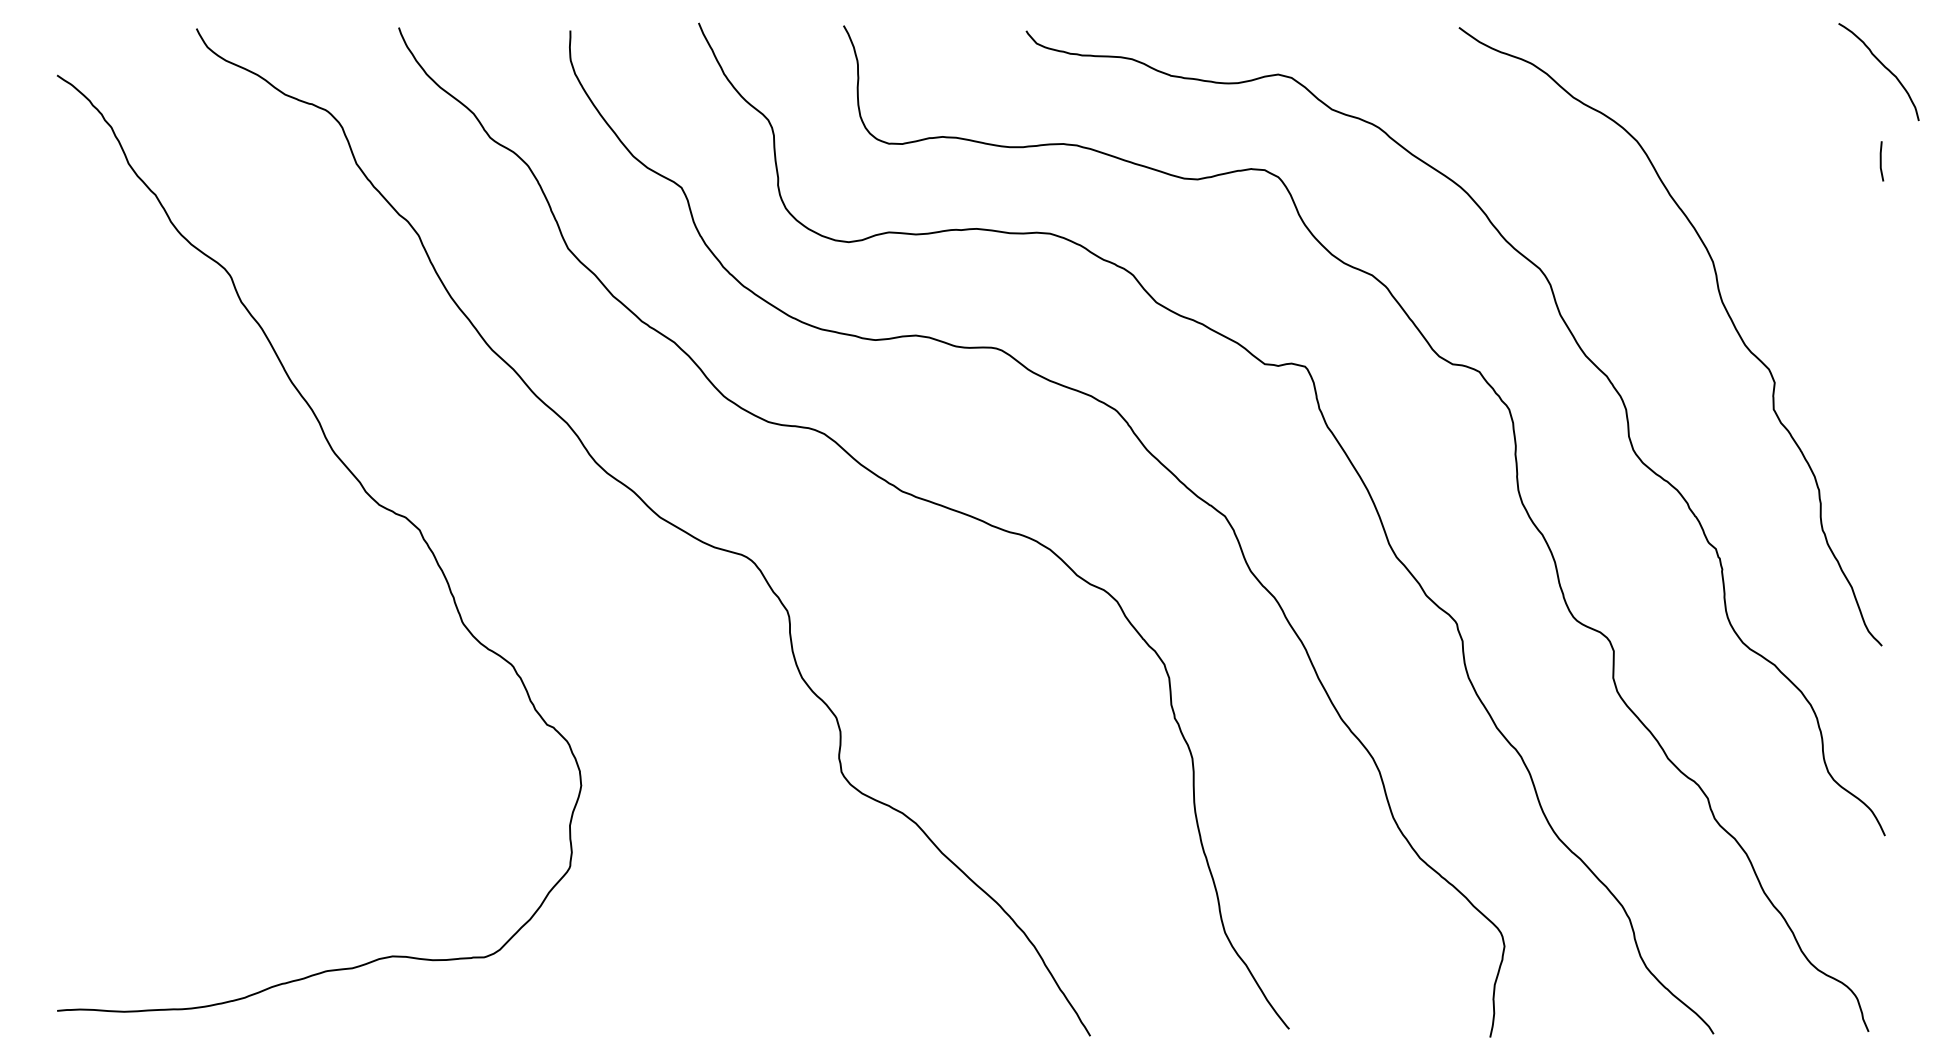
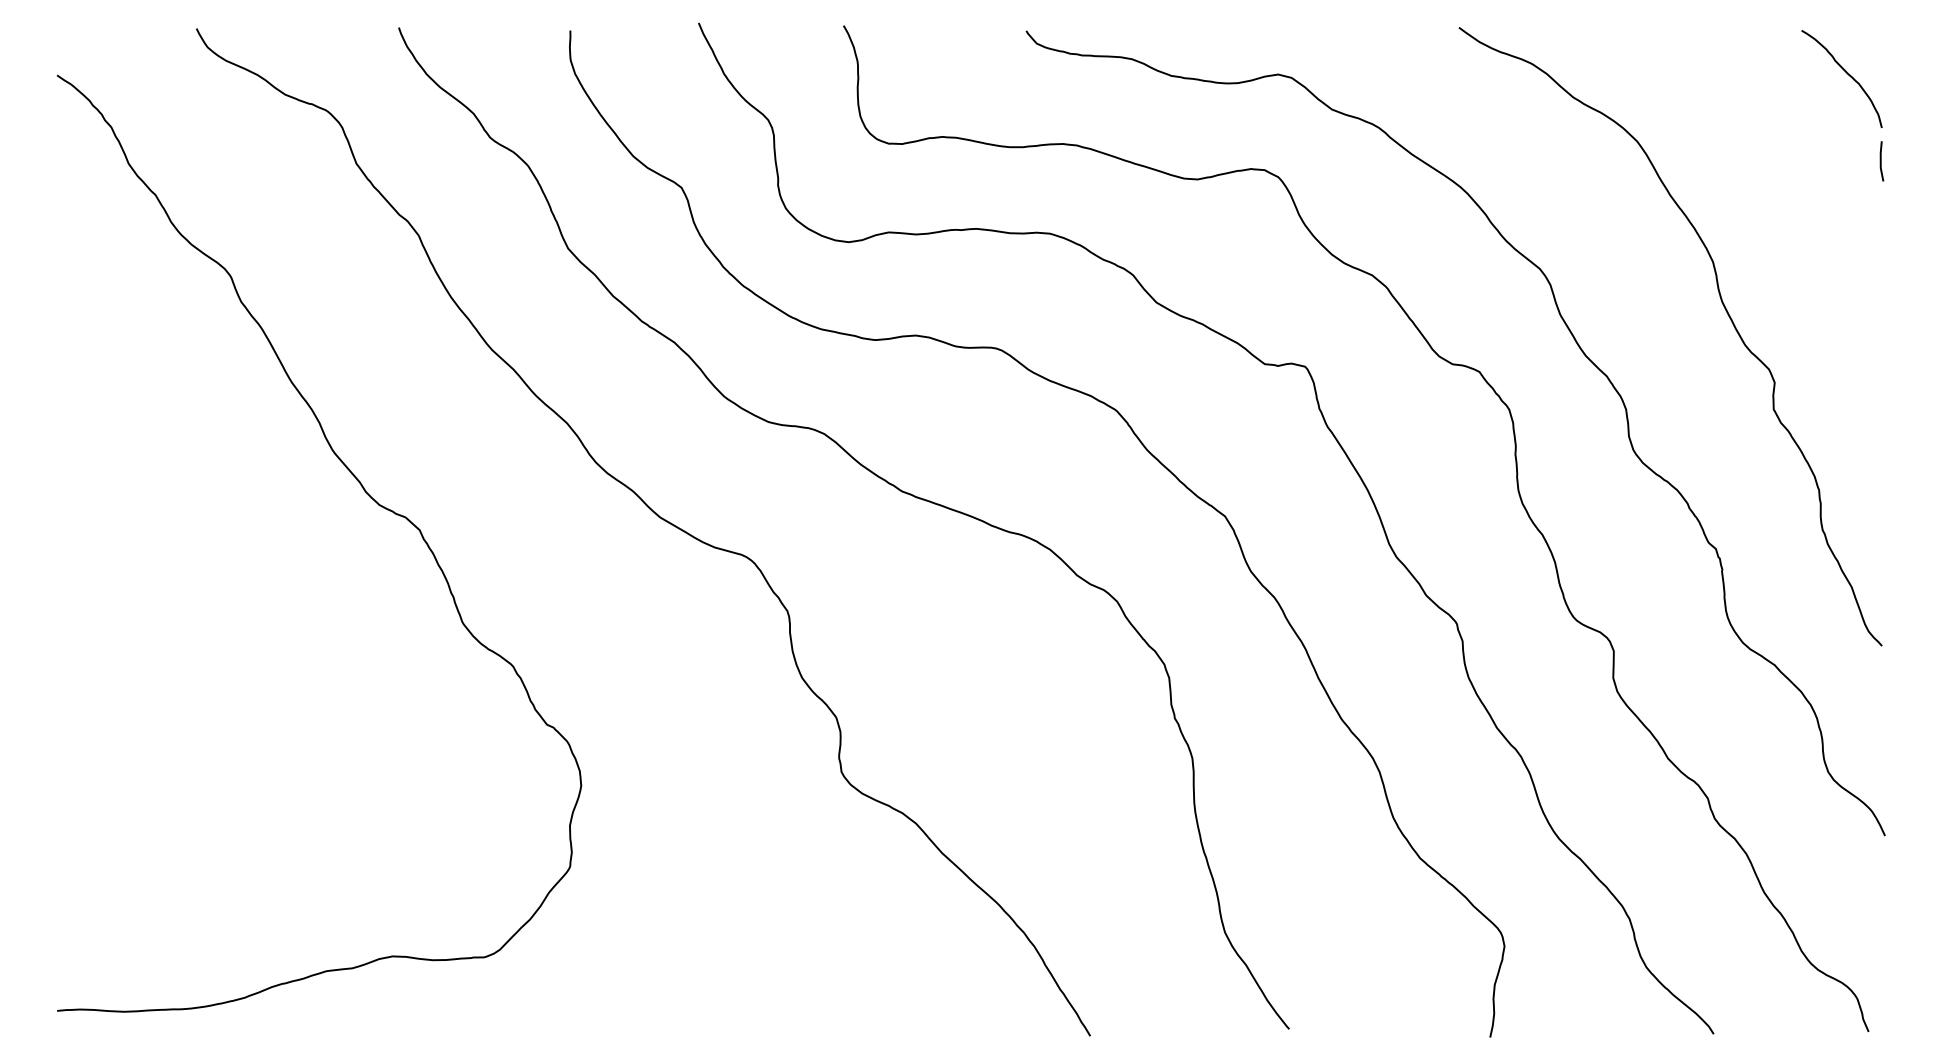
curve at (1883, 66) position: (1883, 66) -> (1846, 73)
